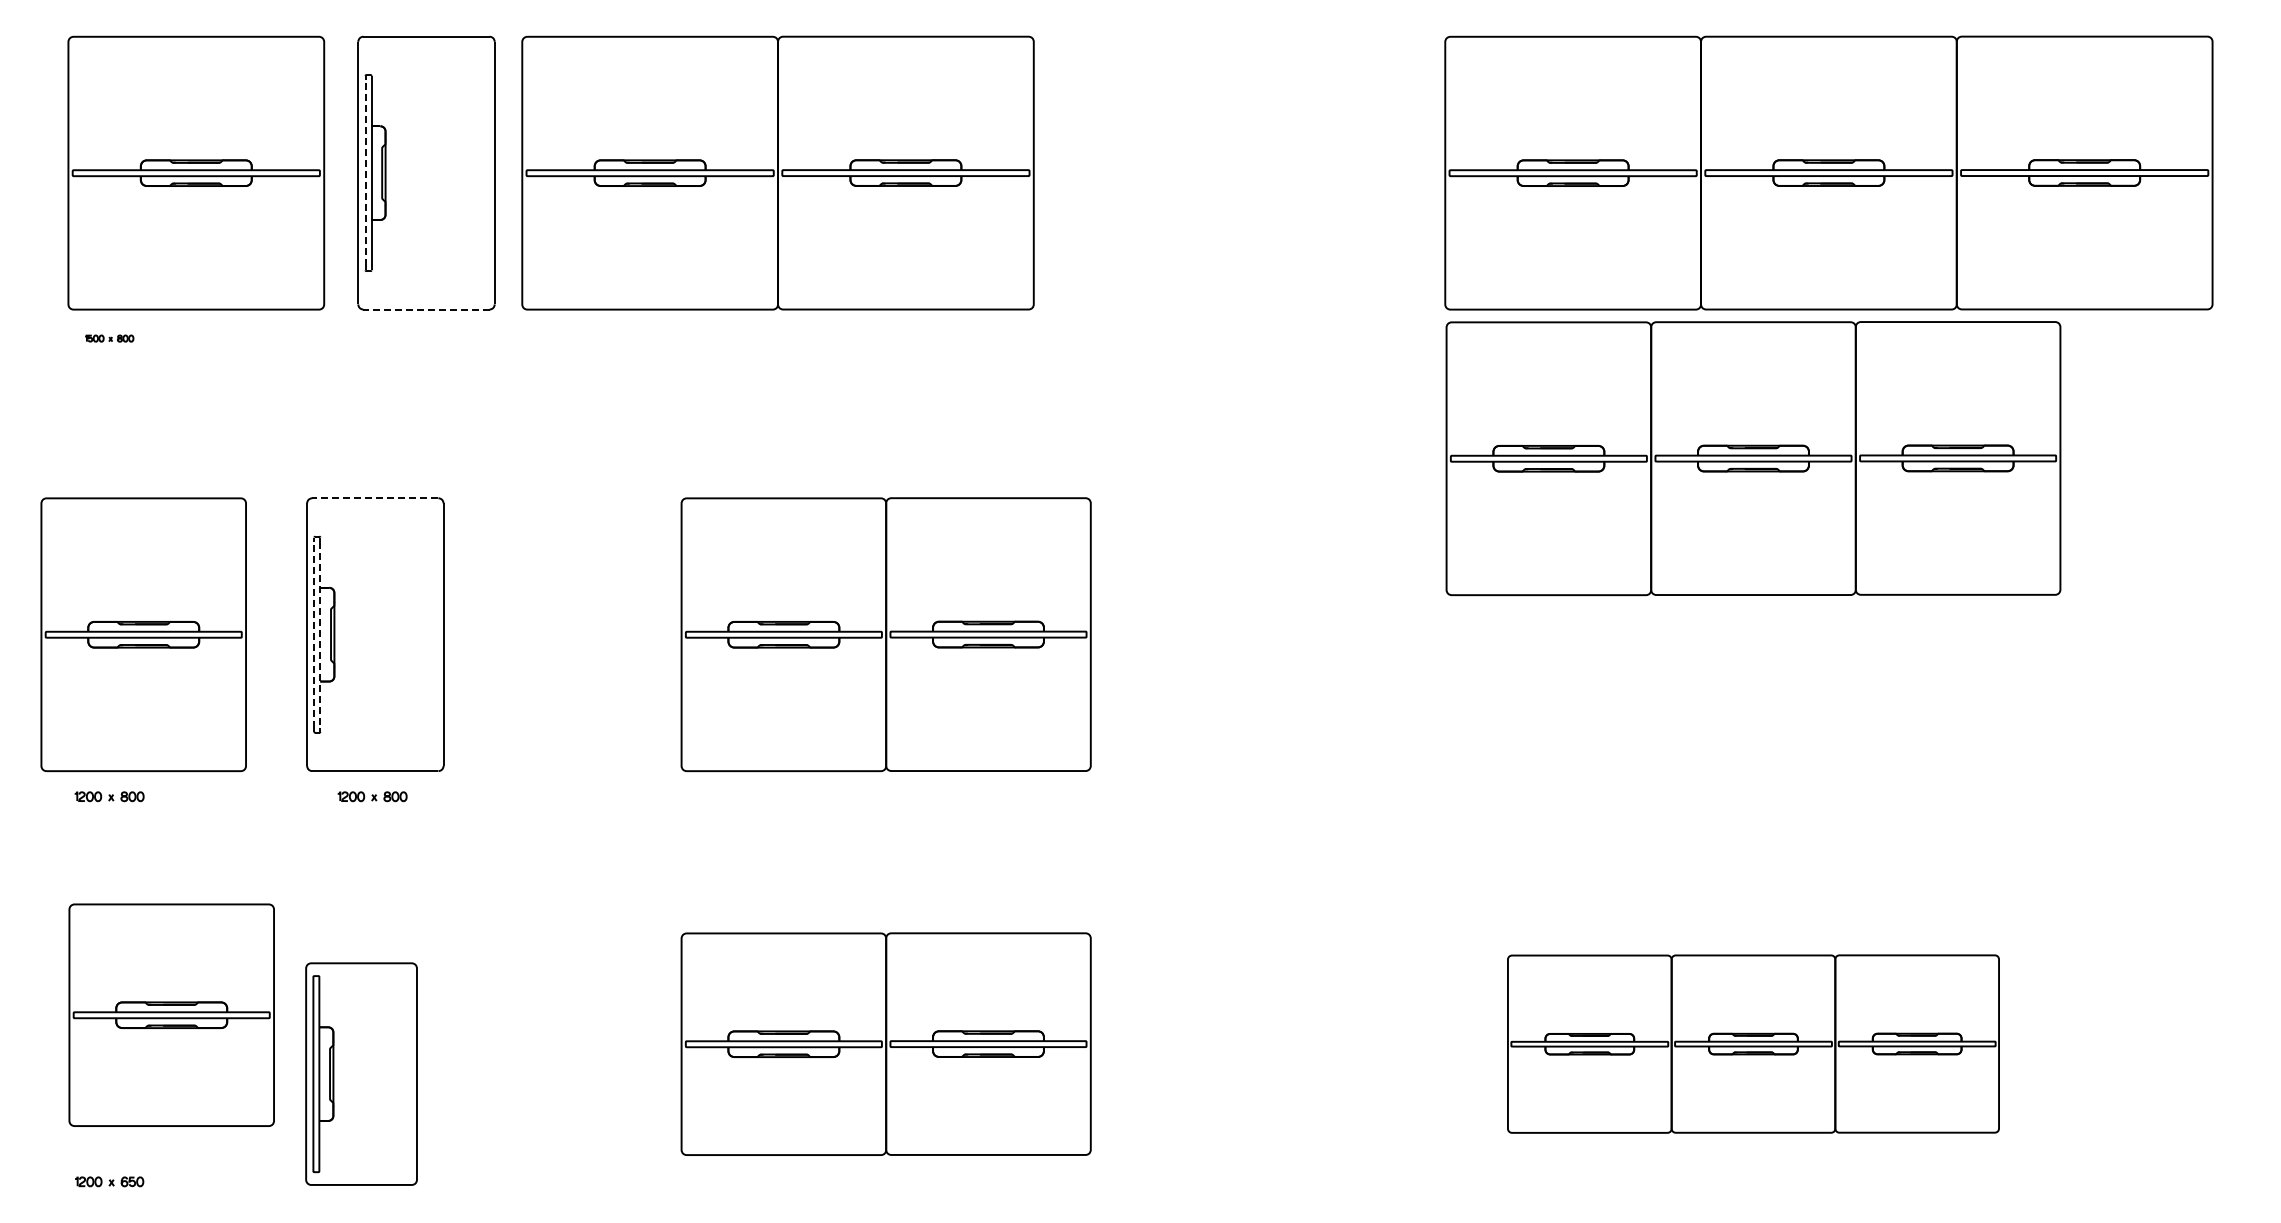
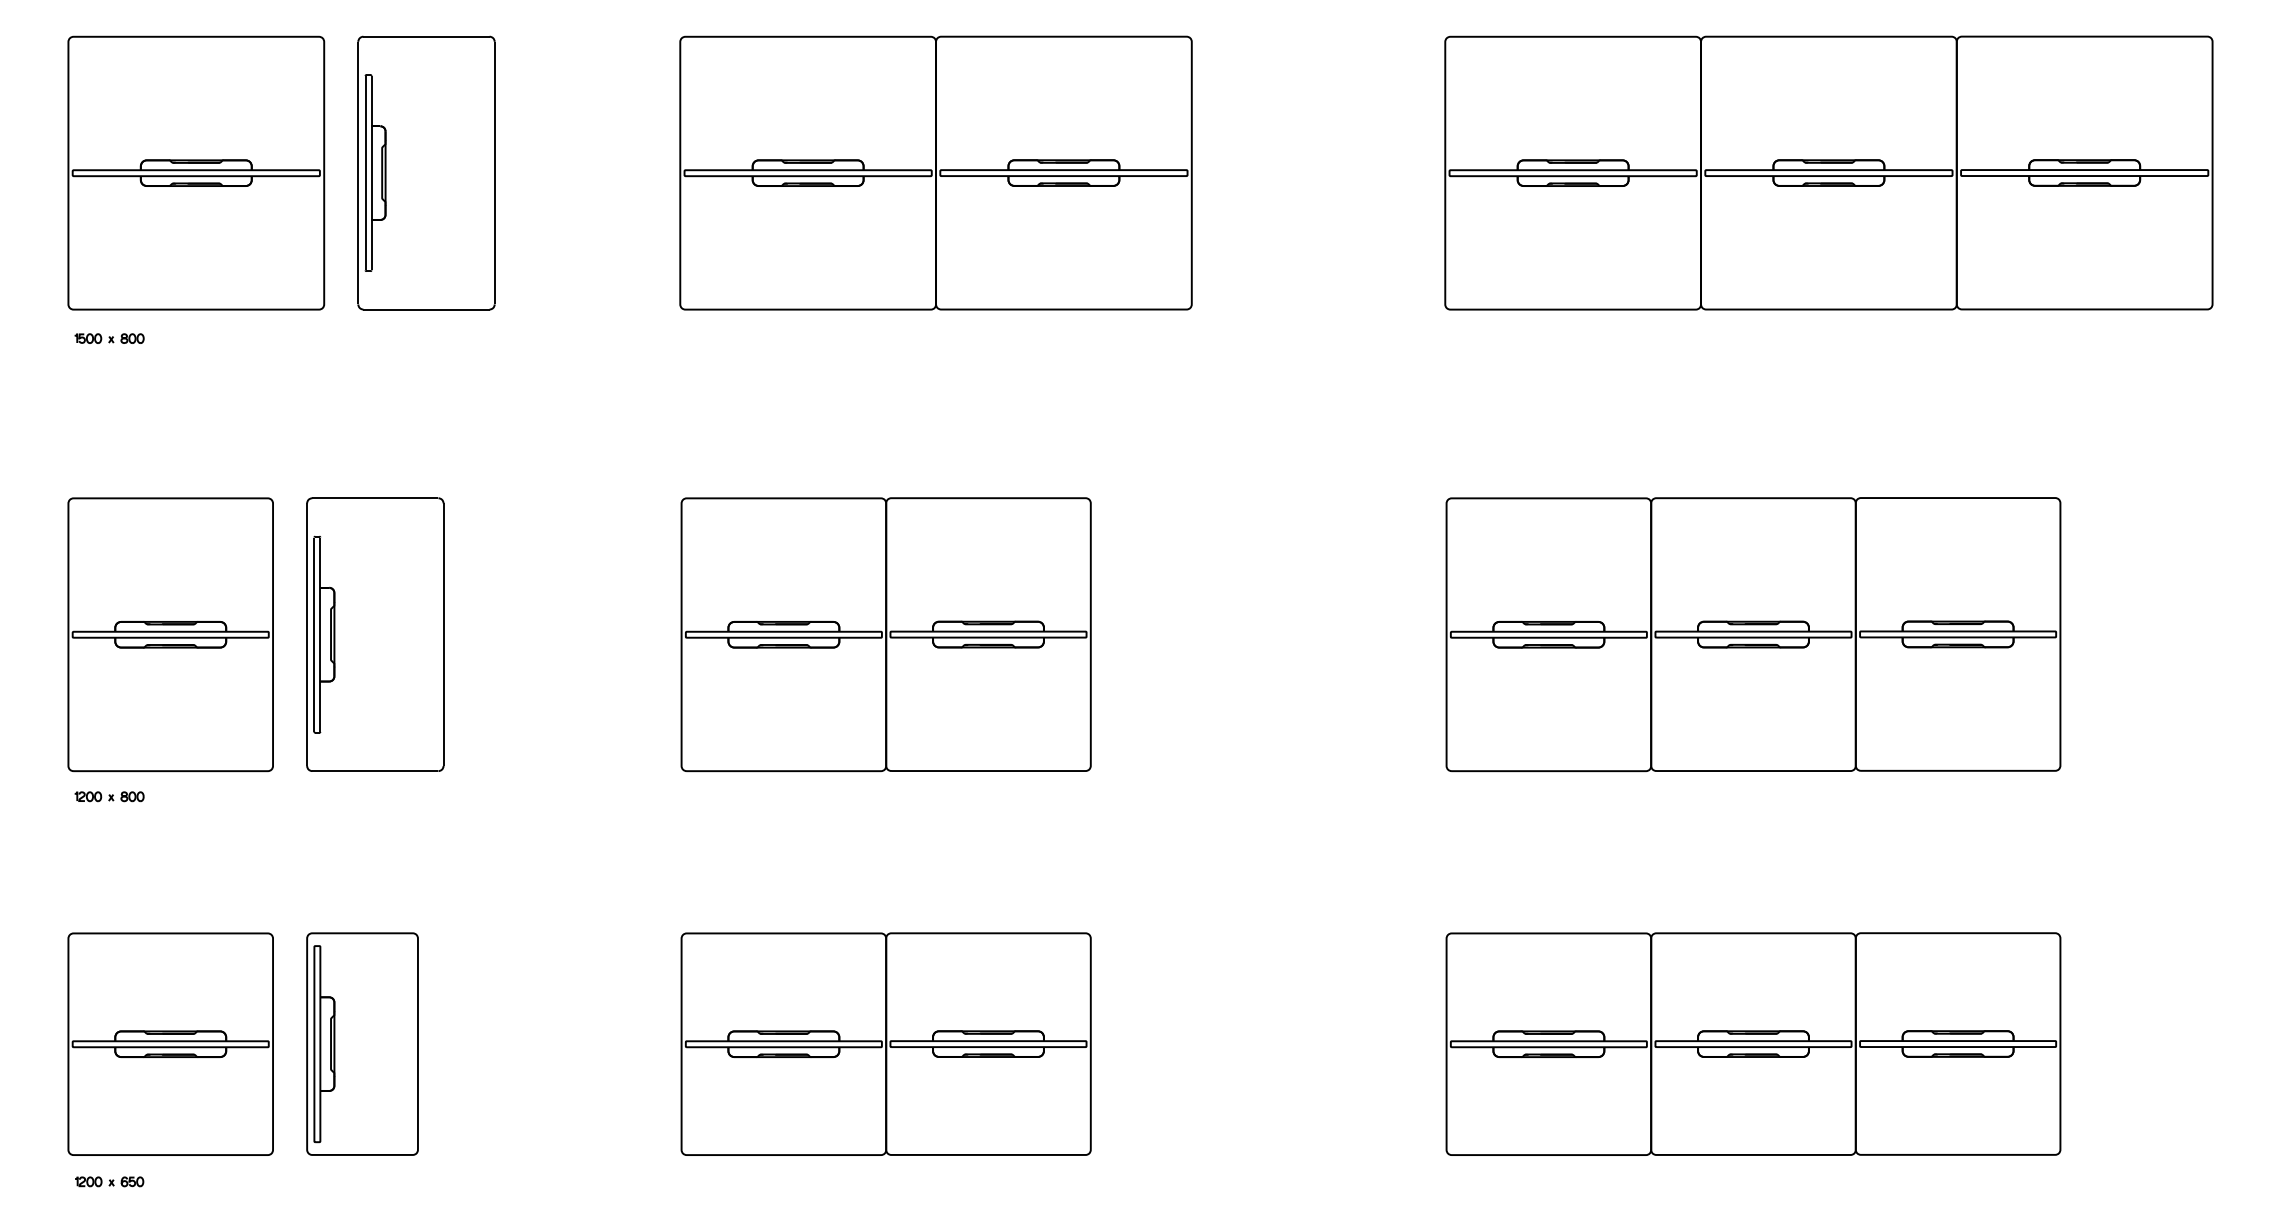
part at (777, 172) position: (777, 172) -> (935, 172)
line at (365, 173): dashed -> solid
line at (426, 309): dashed -> solid
part at (109, 338) size: 50x9 px -> 71x11 px
part at (1753, 458) position: (1753, 458) -> (1753, 634)
line at (374, 498): dashed -> solid
part at (143, 634) position: (143, 634) -> (170, 634)
line at (314, 634): dashed -> solid
line at (320, 634): dashed -> solid
part at (372, 796): present -> none
part at (171, 1014) position: (171, 1014) -> (170, 1043)
part at (1753, 1043) size: 493x180 px -> 617x224 px
part at (361, 1073) position: (361, 1073) -> (362, 1043)
